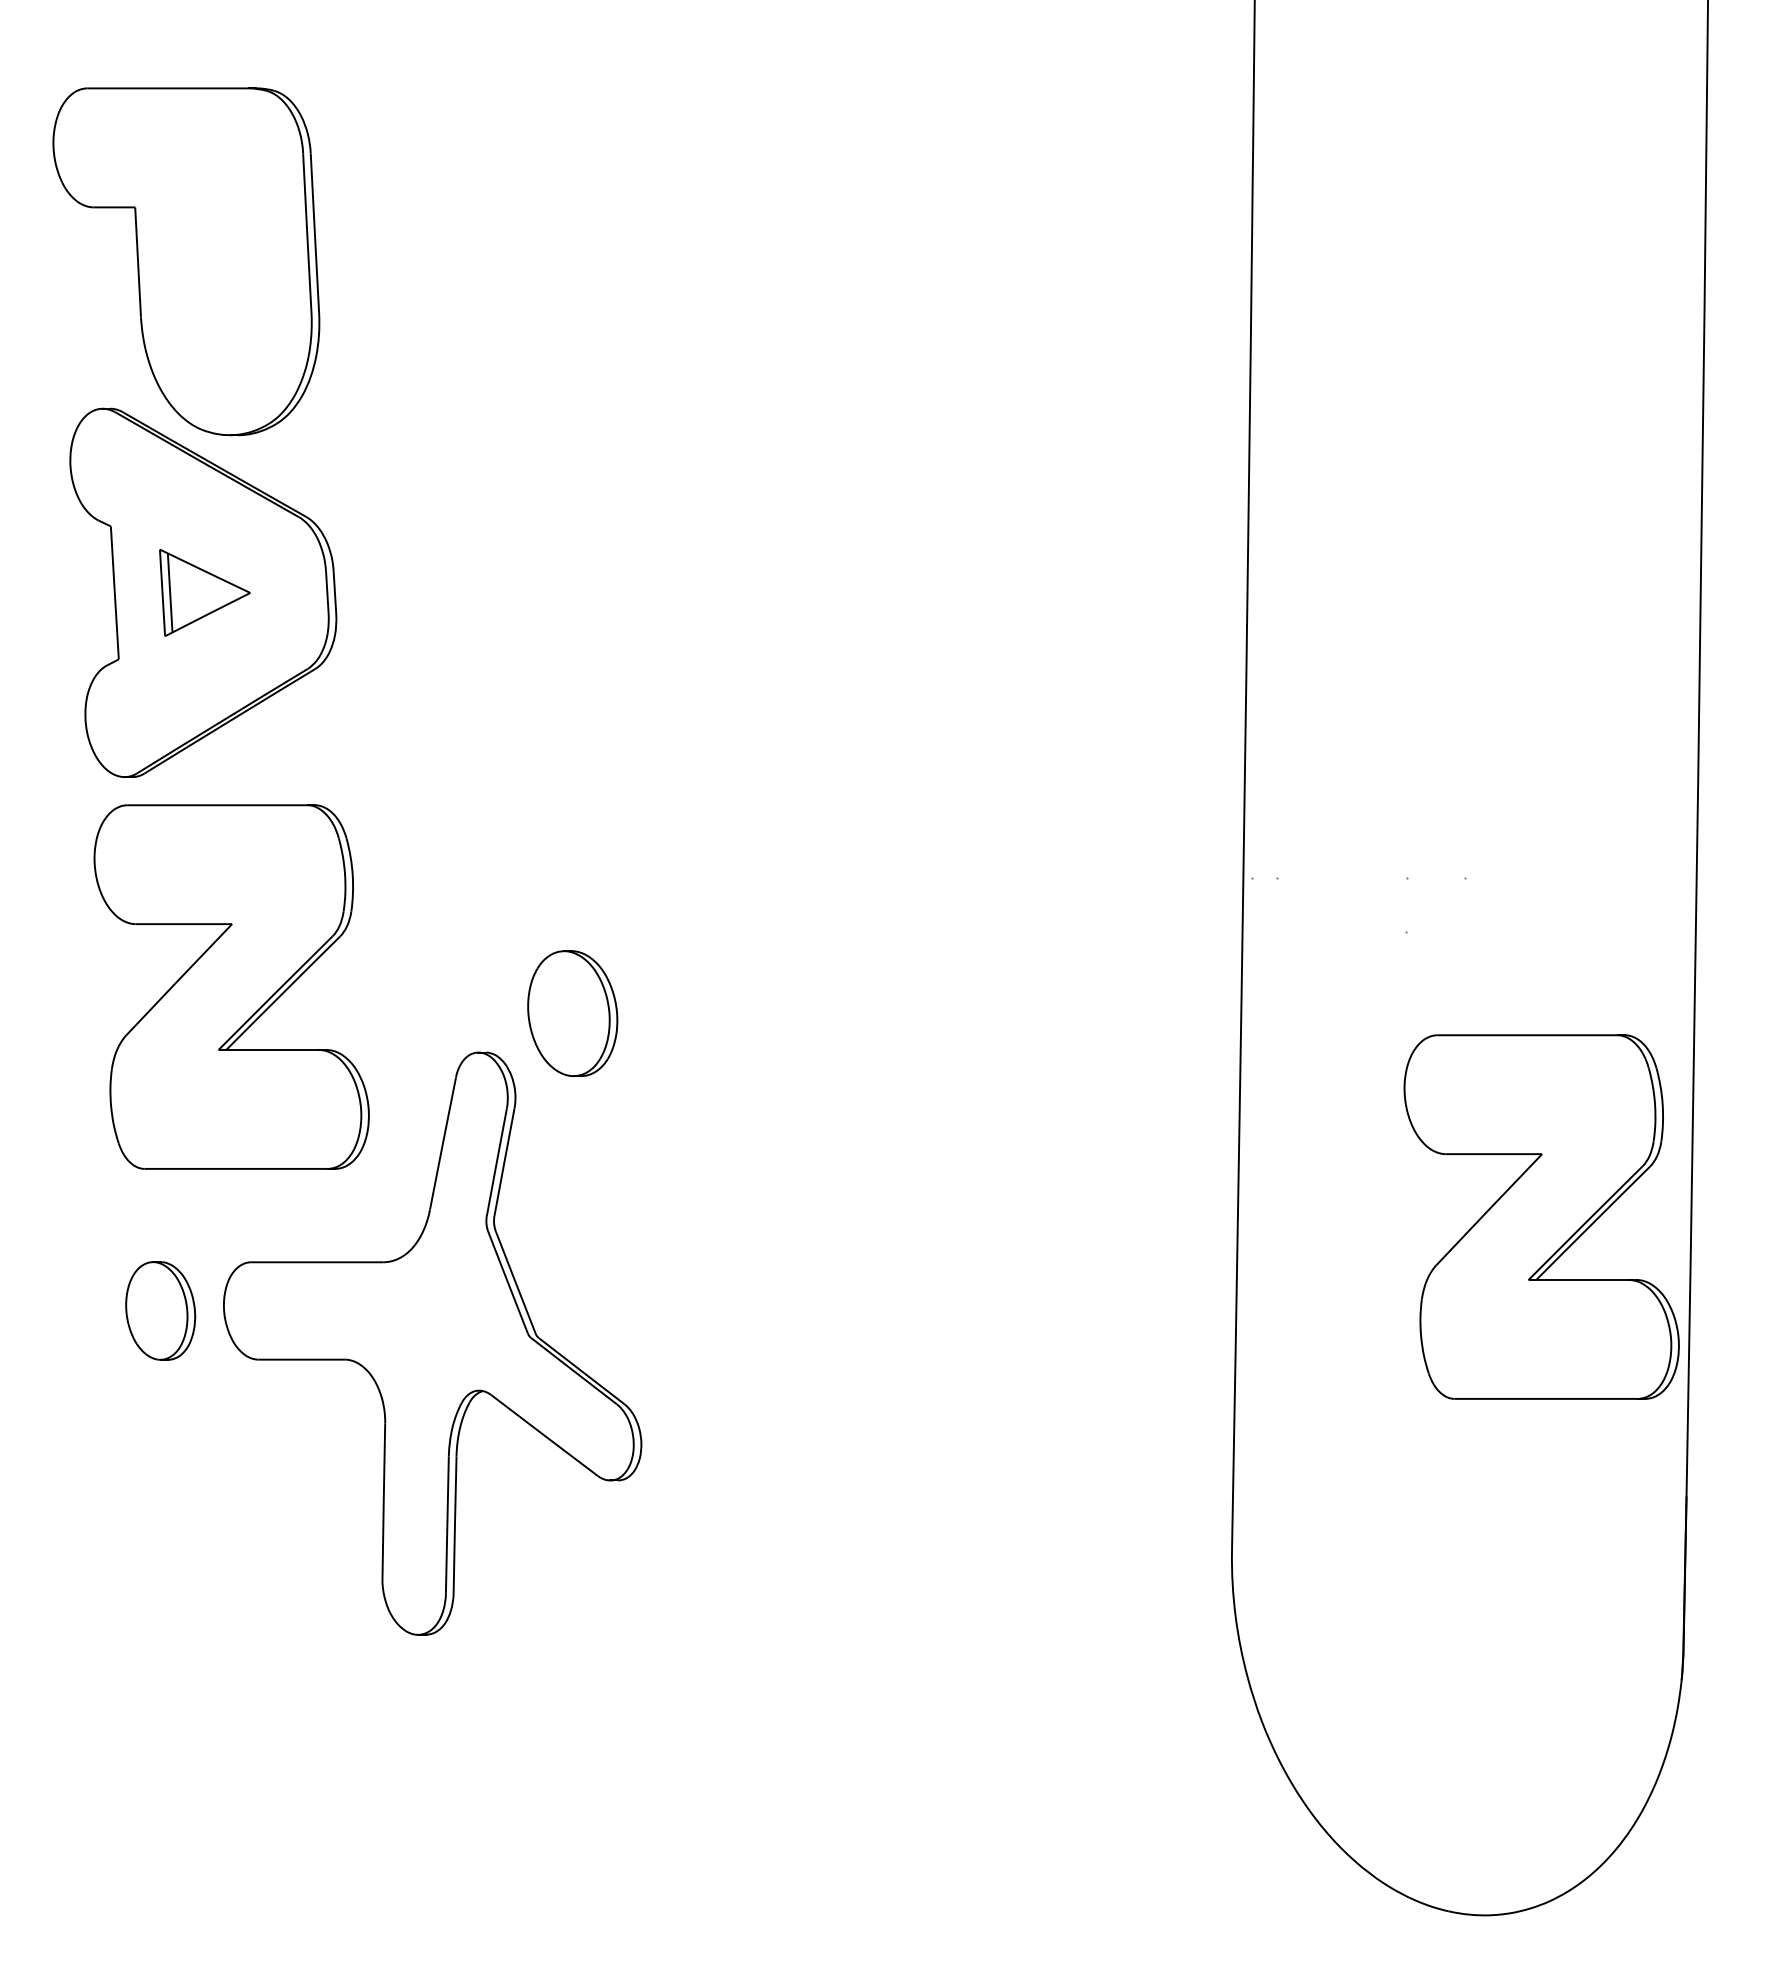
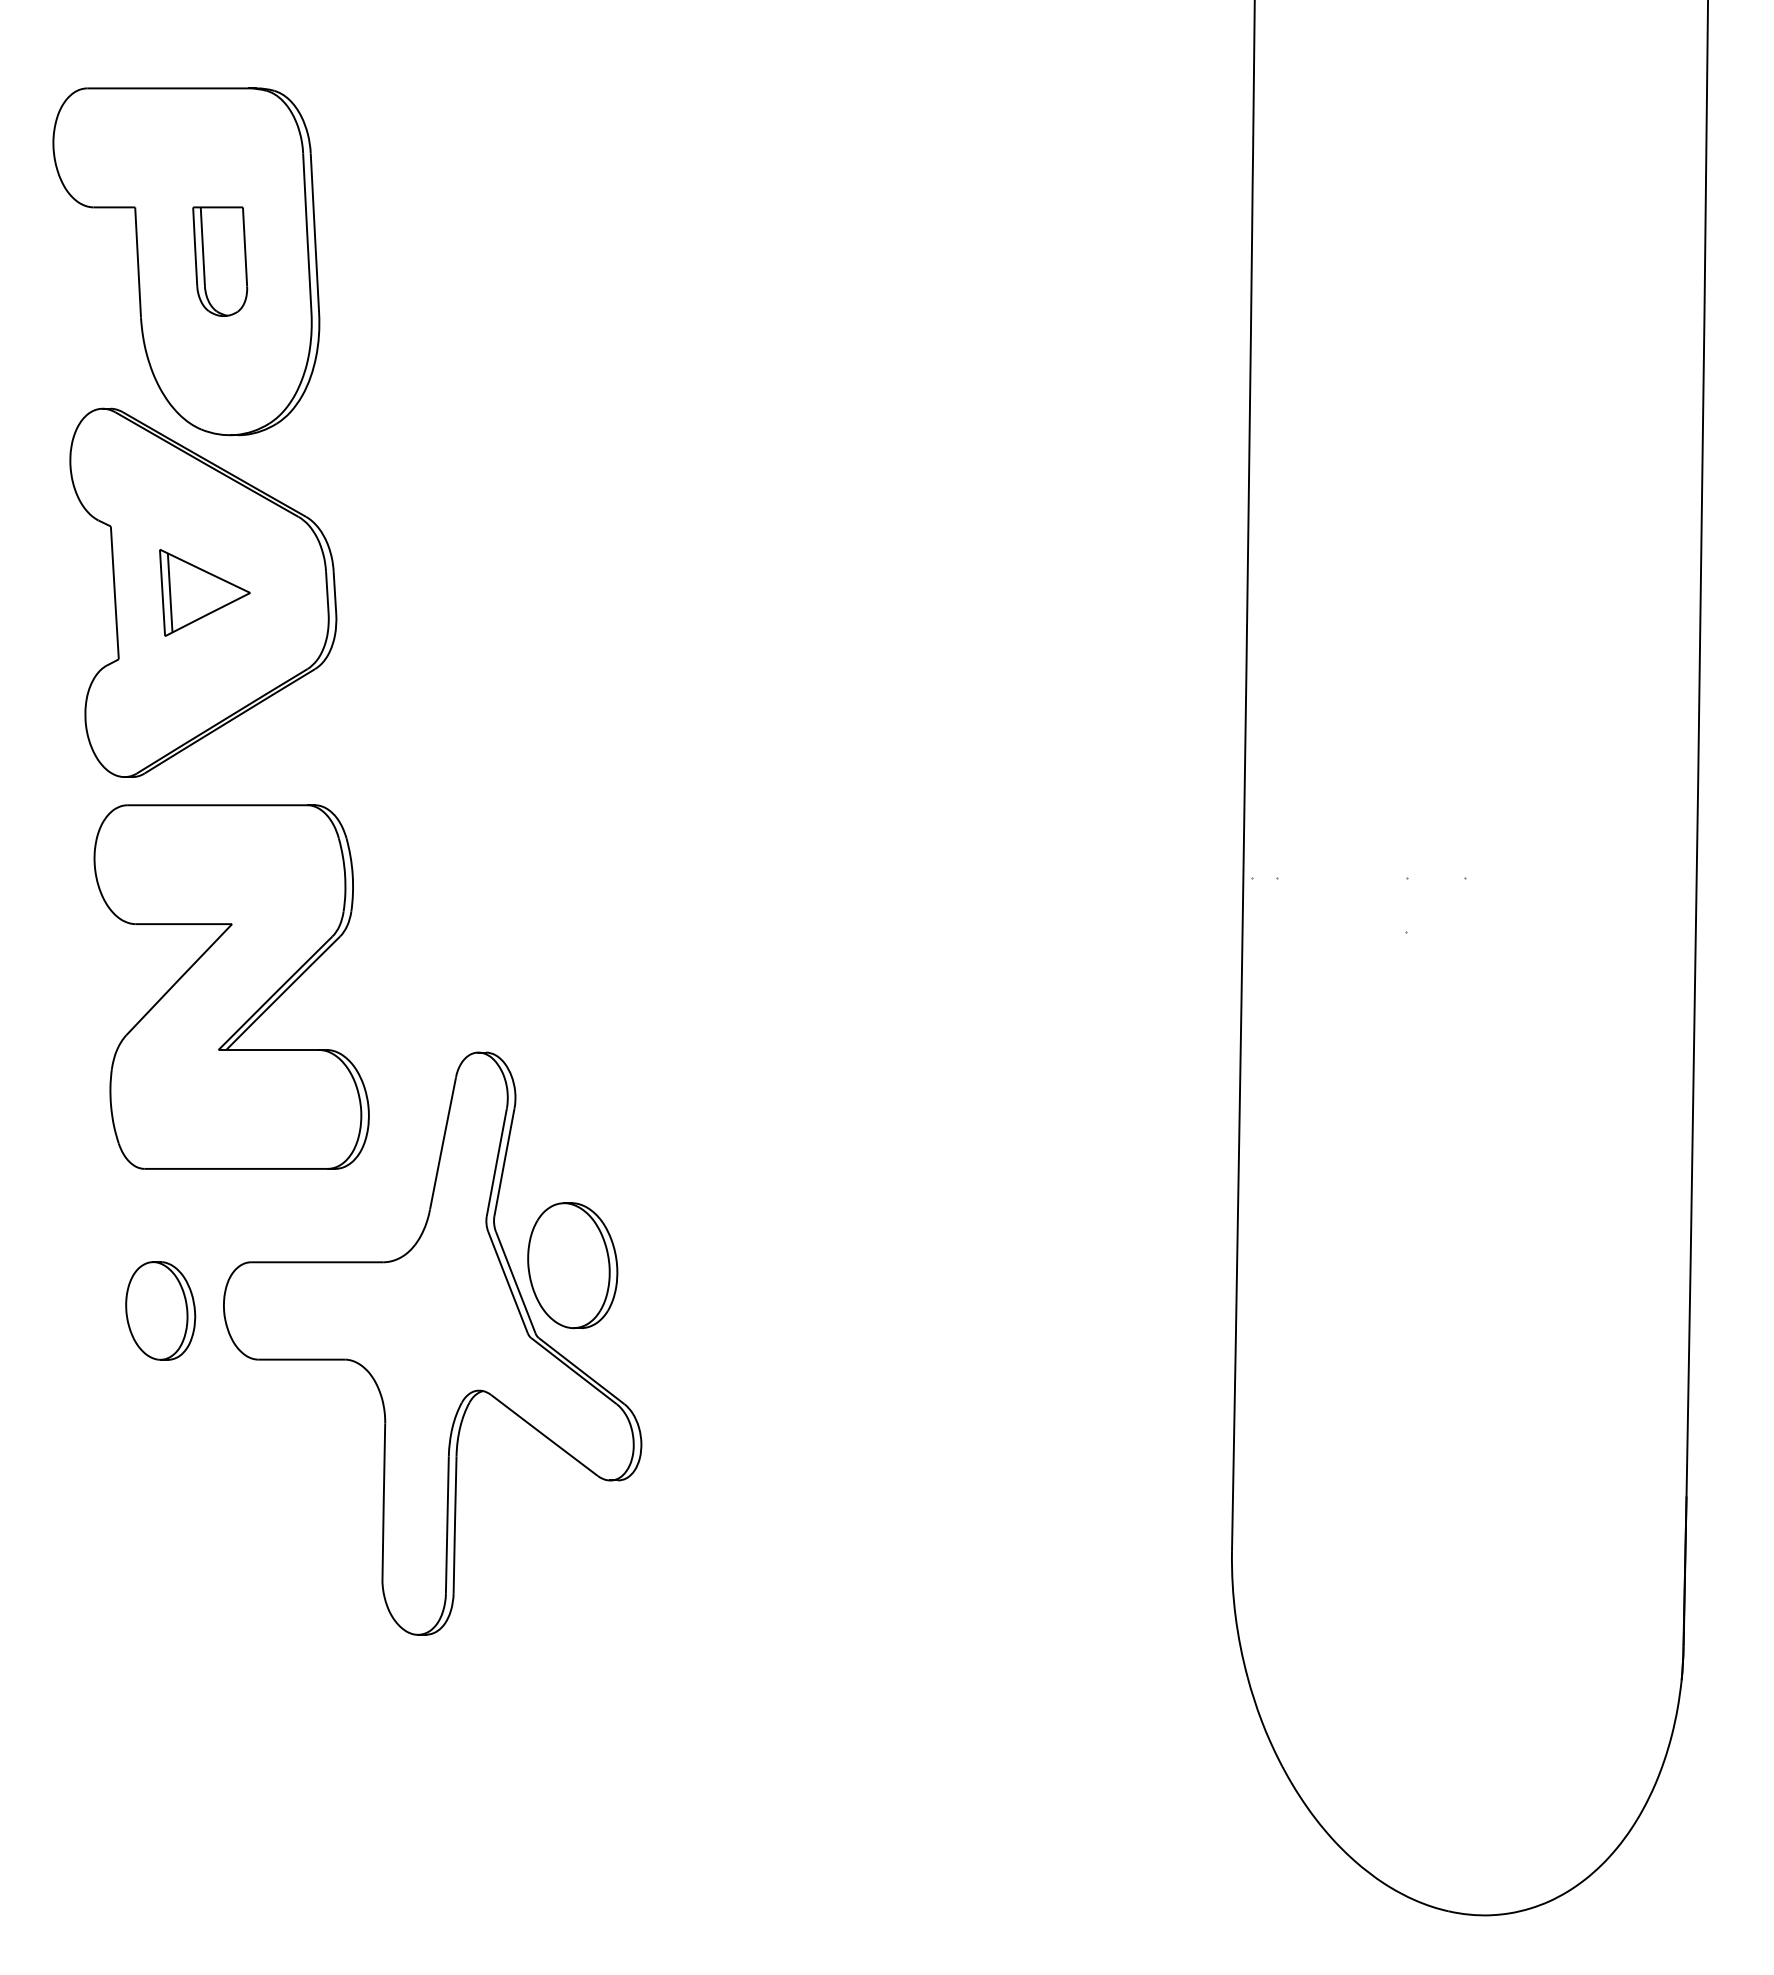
part at (220, 261): none -> present
part at (572, 1013) position: (572, 1013) -> (572, 1265)
part at (1541, 1216): present -> none
